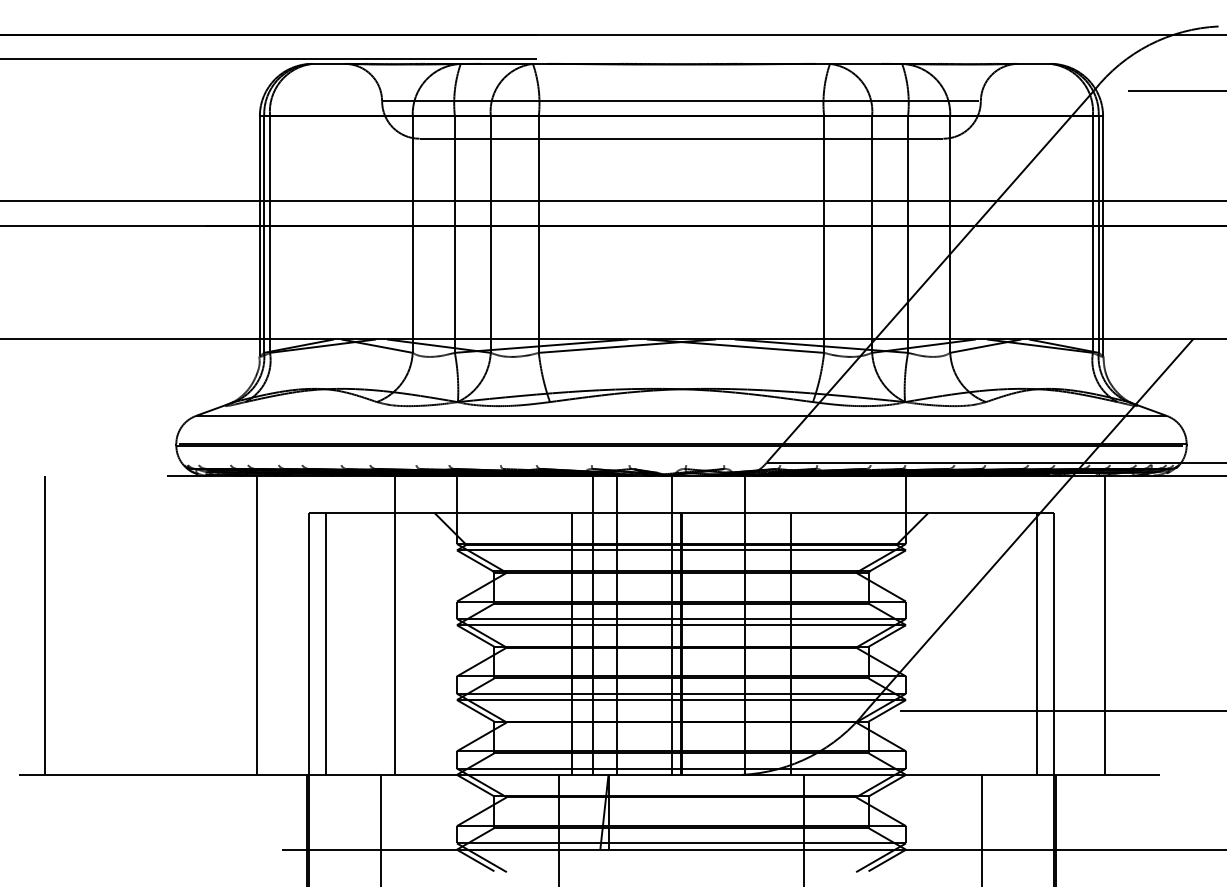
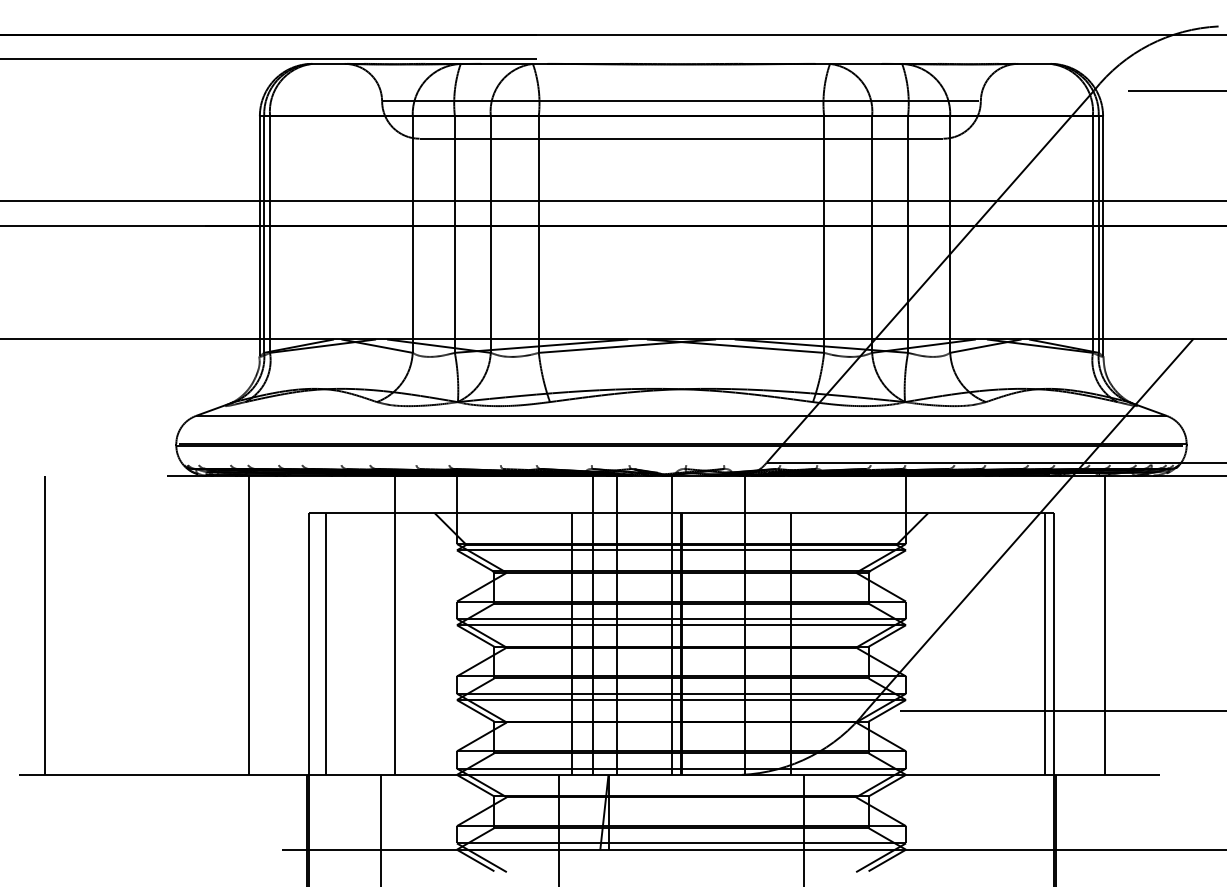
line at (256, 624) position: (256, 624) -> (248, 624)
line at (1037, 643) position: (1037, 643) -> (1045, 643)
line at (981, 828): present -> none
